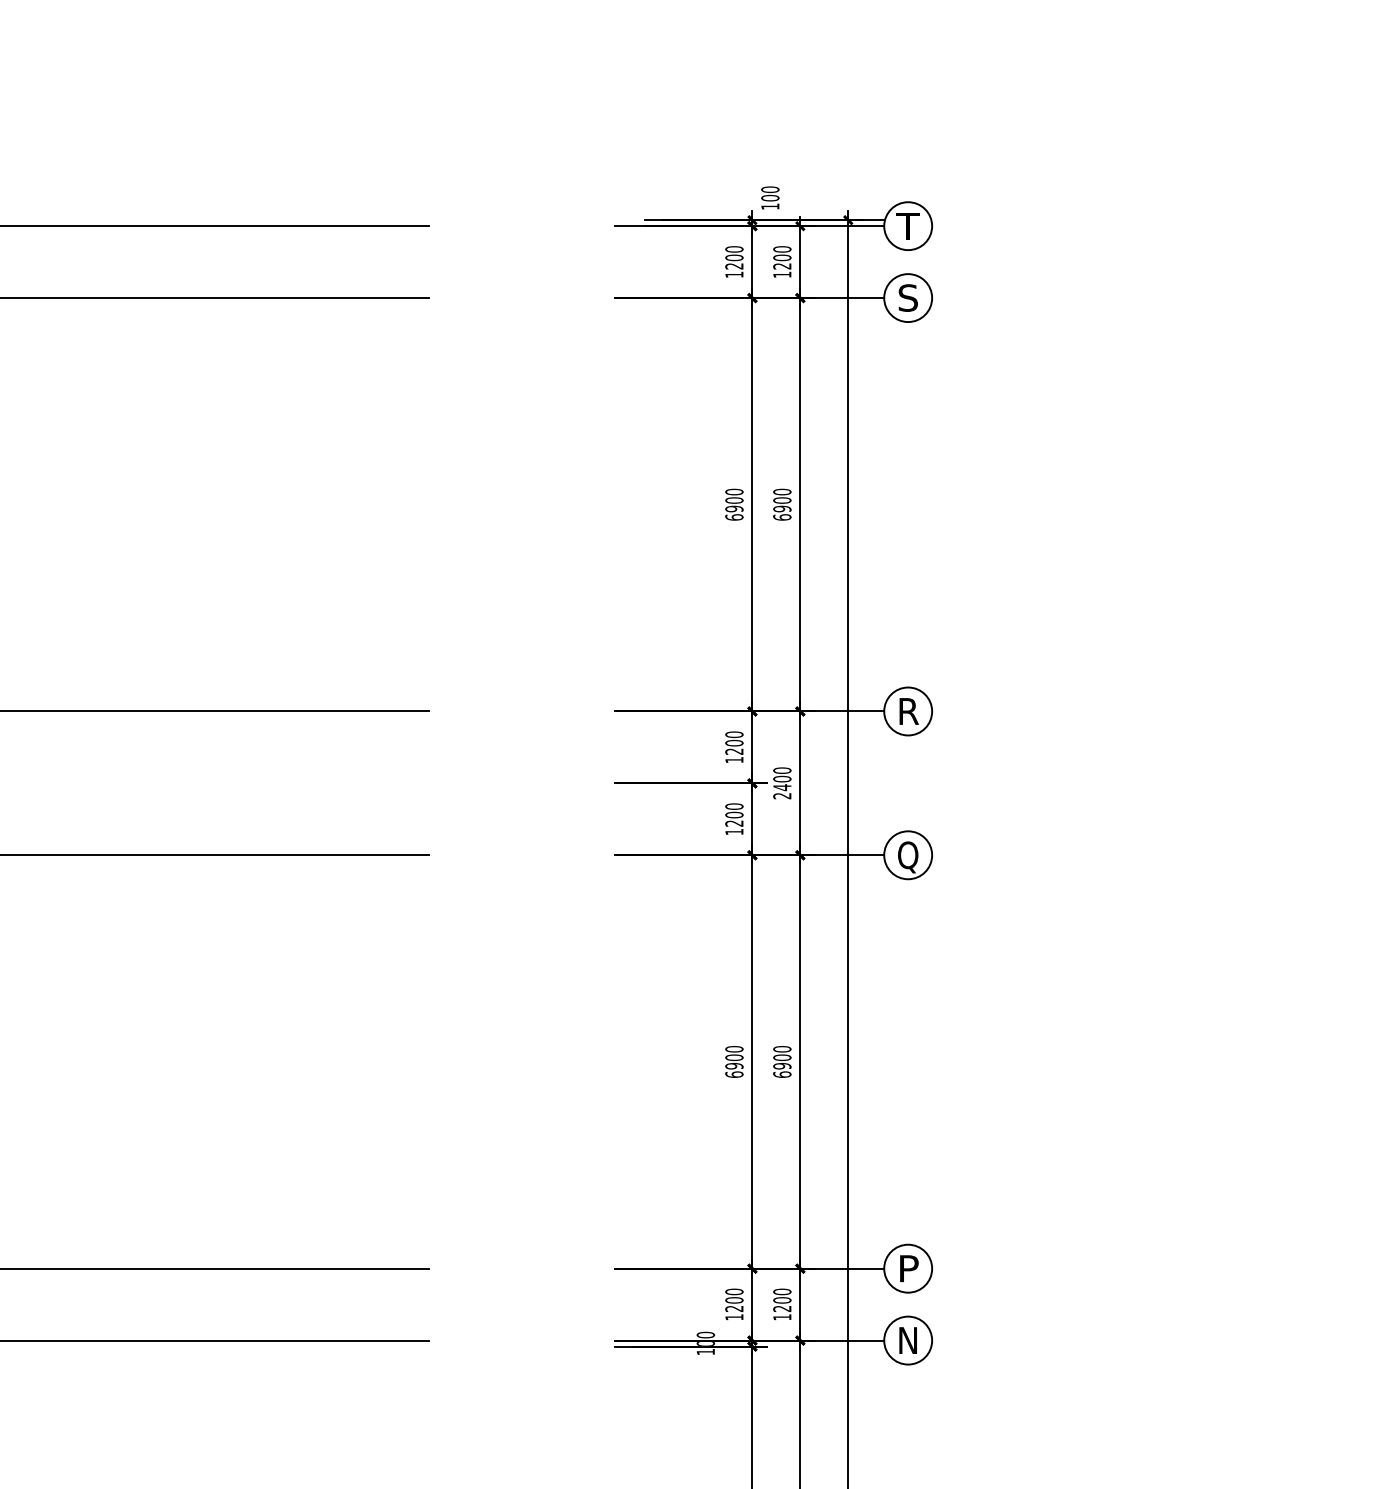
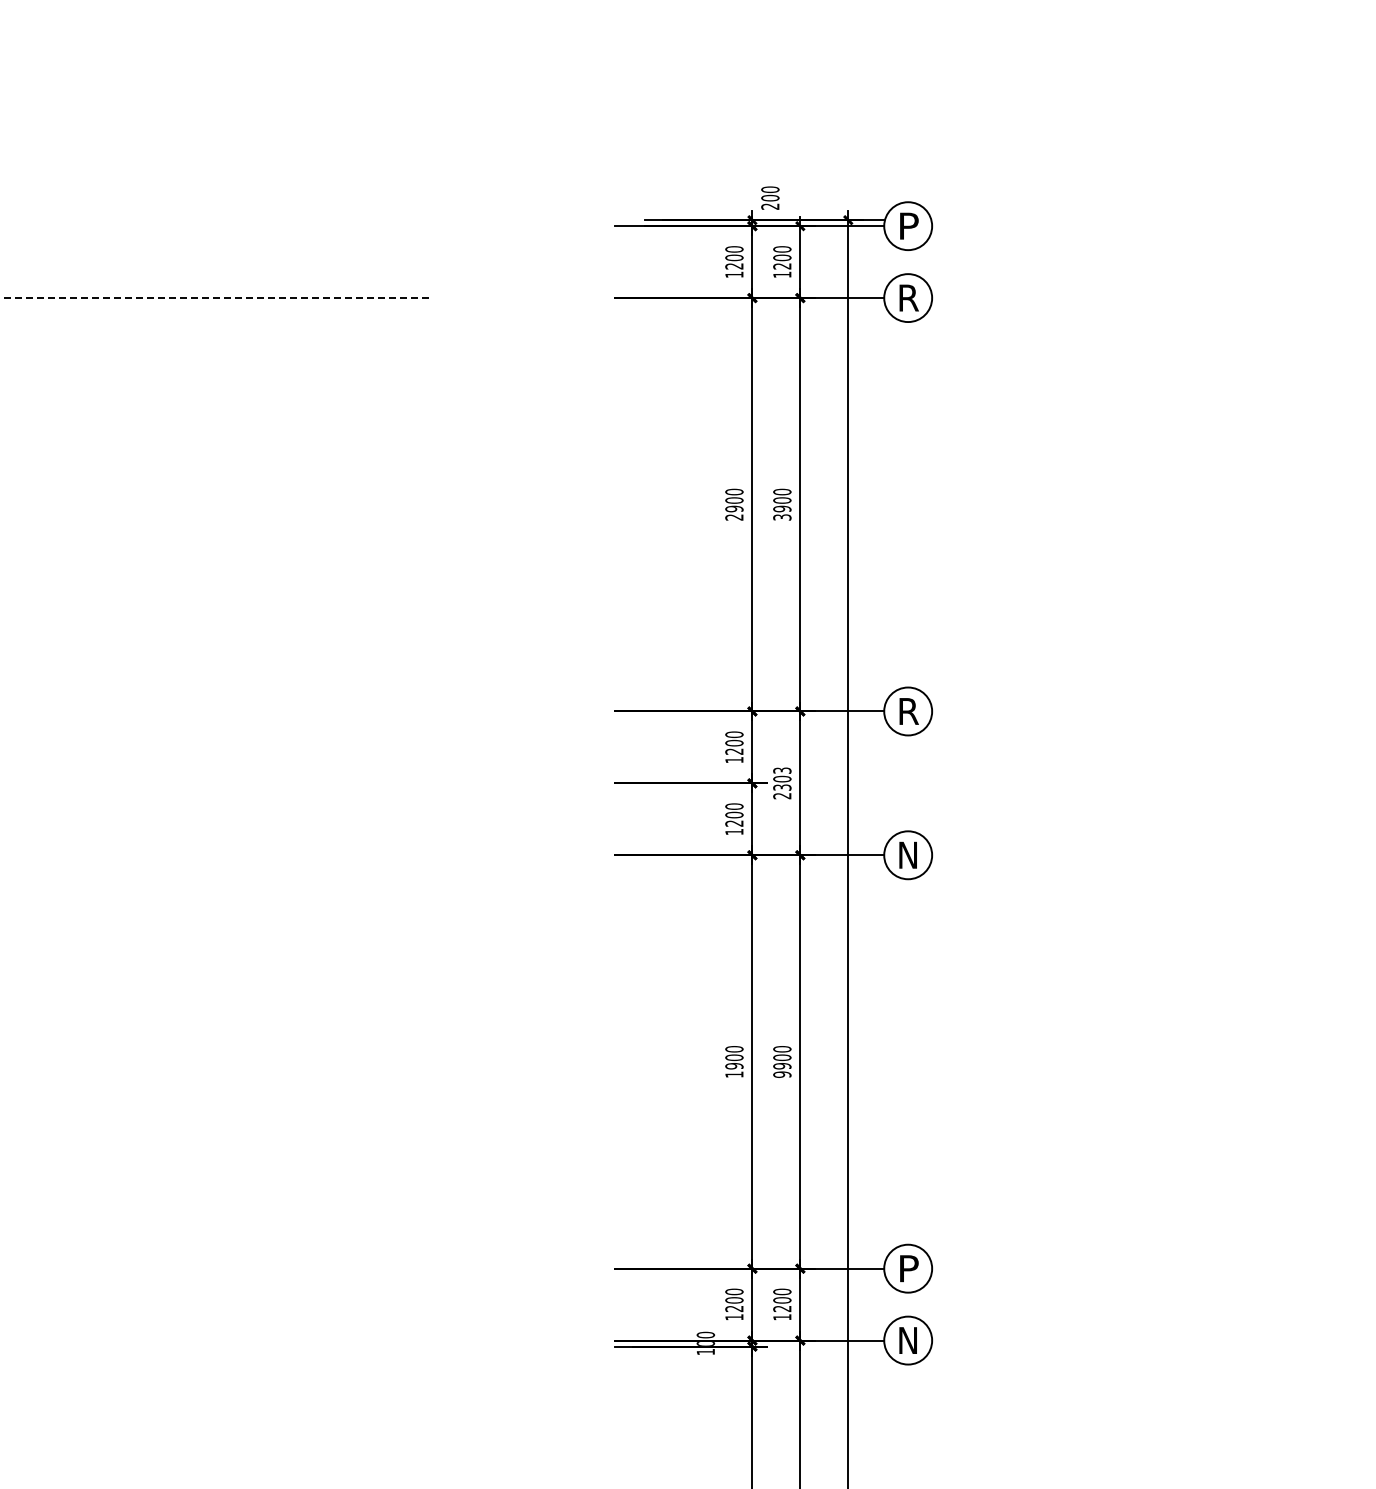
text at (770, 206): 100 -> 200
text at (907, 225): T -> P
line at (215, 226): present -> none
text at (908, 297): S -> R
line at (213, 298): solid -> dashed
text at (734, 517): 6900 -> 2900
text at (782, 517): 6900 -> 3900
line at (215, 711): present -> none
text at (782, 779): 2400 -> 2303
line at (215, 855): present -> none
text at (908, 857): Q -> N
text at (734, 1074): 6900 -> 1900
text at (782, 1074): 6900 -> 9900
line at (215, 1268): present -> none
line at (215, 1340): present -> none
